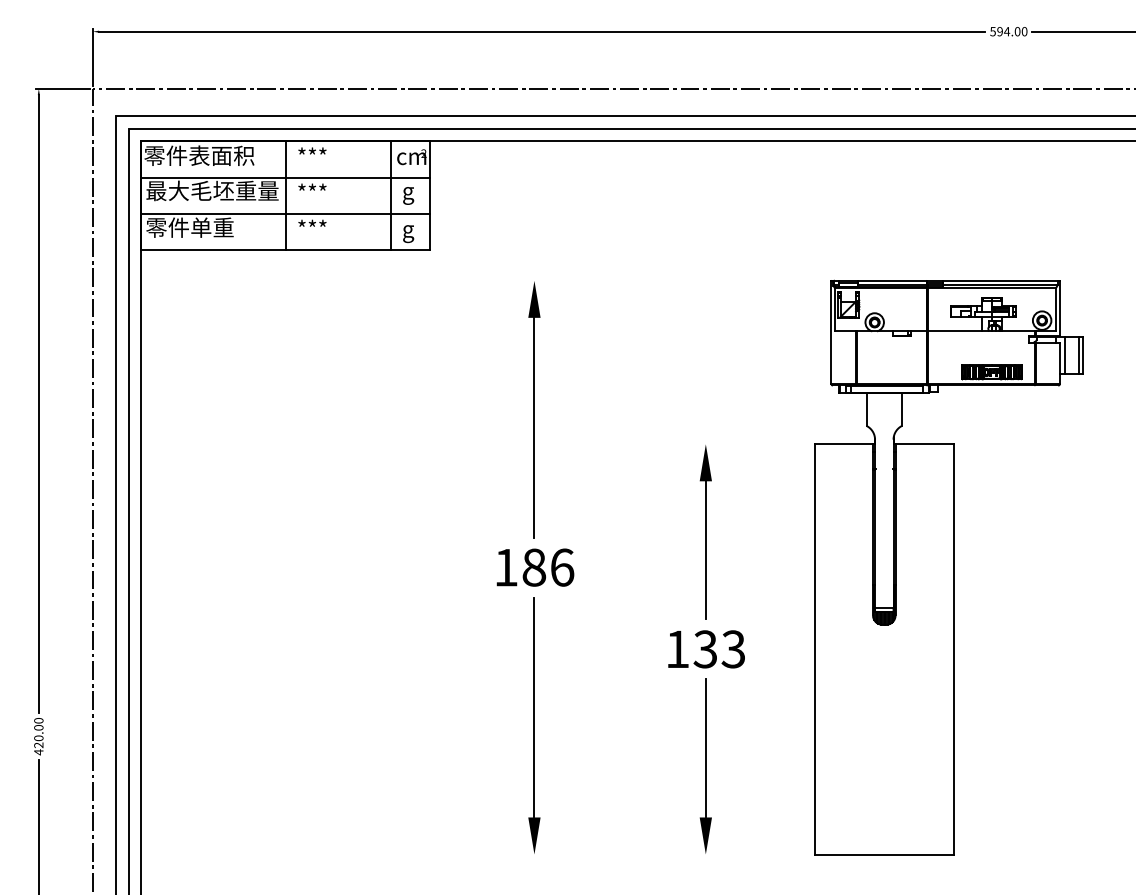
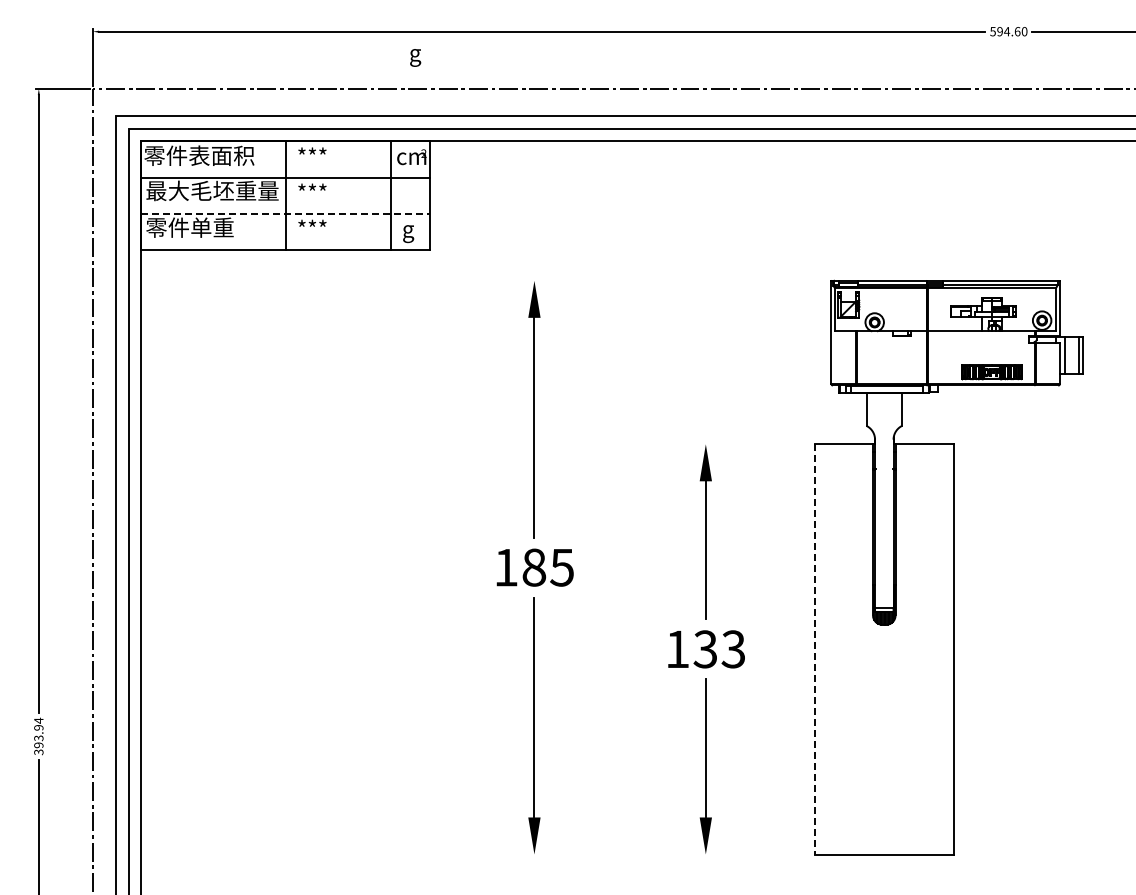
text at (1017, 31): 594.00 -> 594.60
text at (408, 195) position: (408, 195) -> (415, 57)
line at (285, 213): solid -> dashed
text at (562, 567): 186 -> 185
line at (814, 649): solid -> dashed
text at (38, 736): 420.00 -> 393.94
